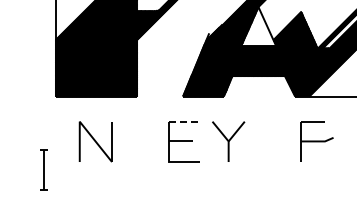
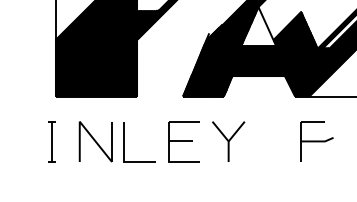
line at (184, 121): dashed -> solid
line at (124, 142): none -> present
part at (43, 169) position: (43, 169) -> (51, 141)
